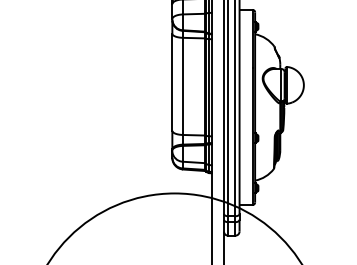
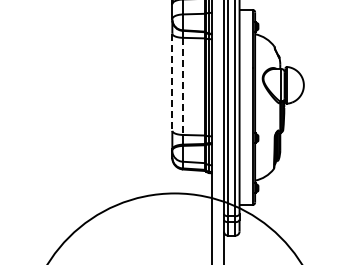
line at (172, 82): solid -> dashed
line at (183, 86): solid -> dashed
